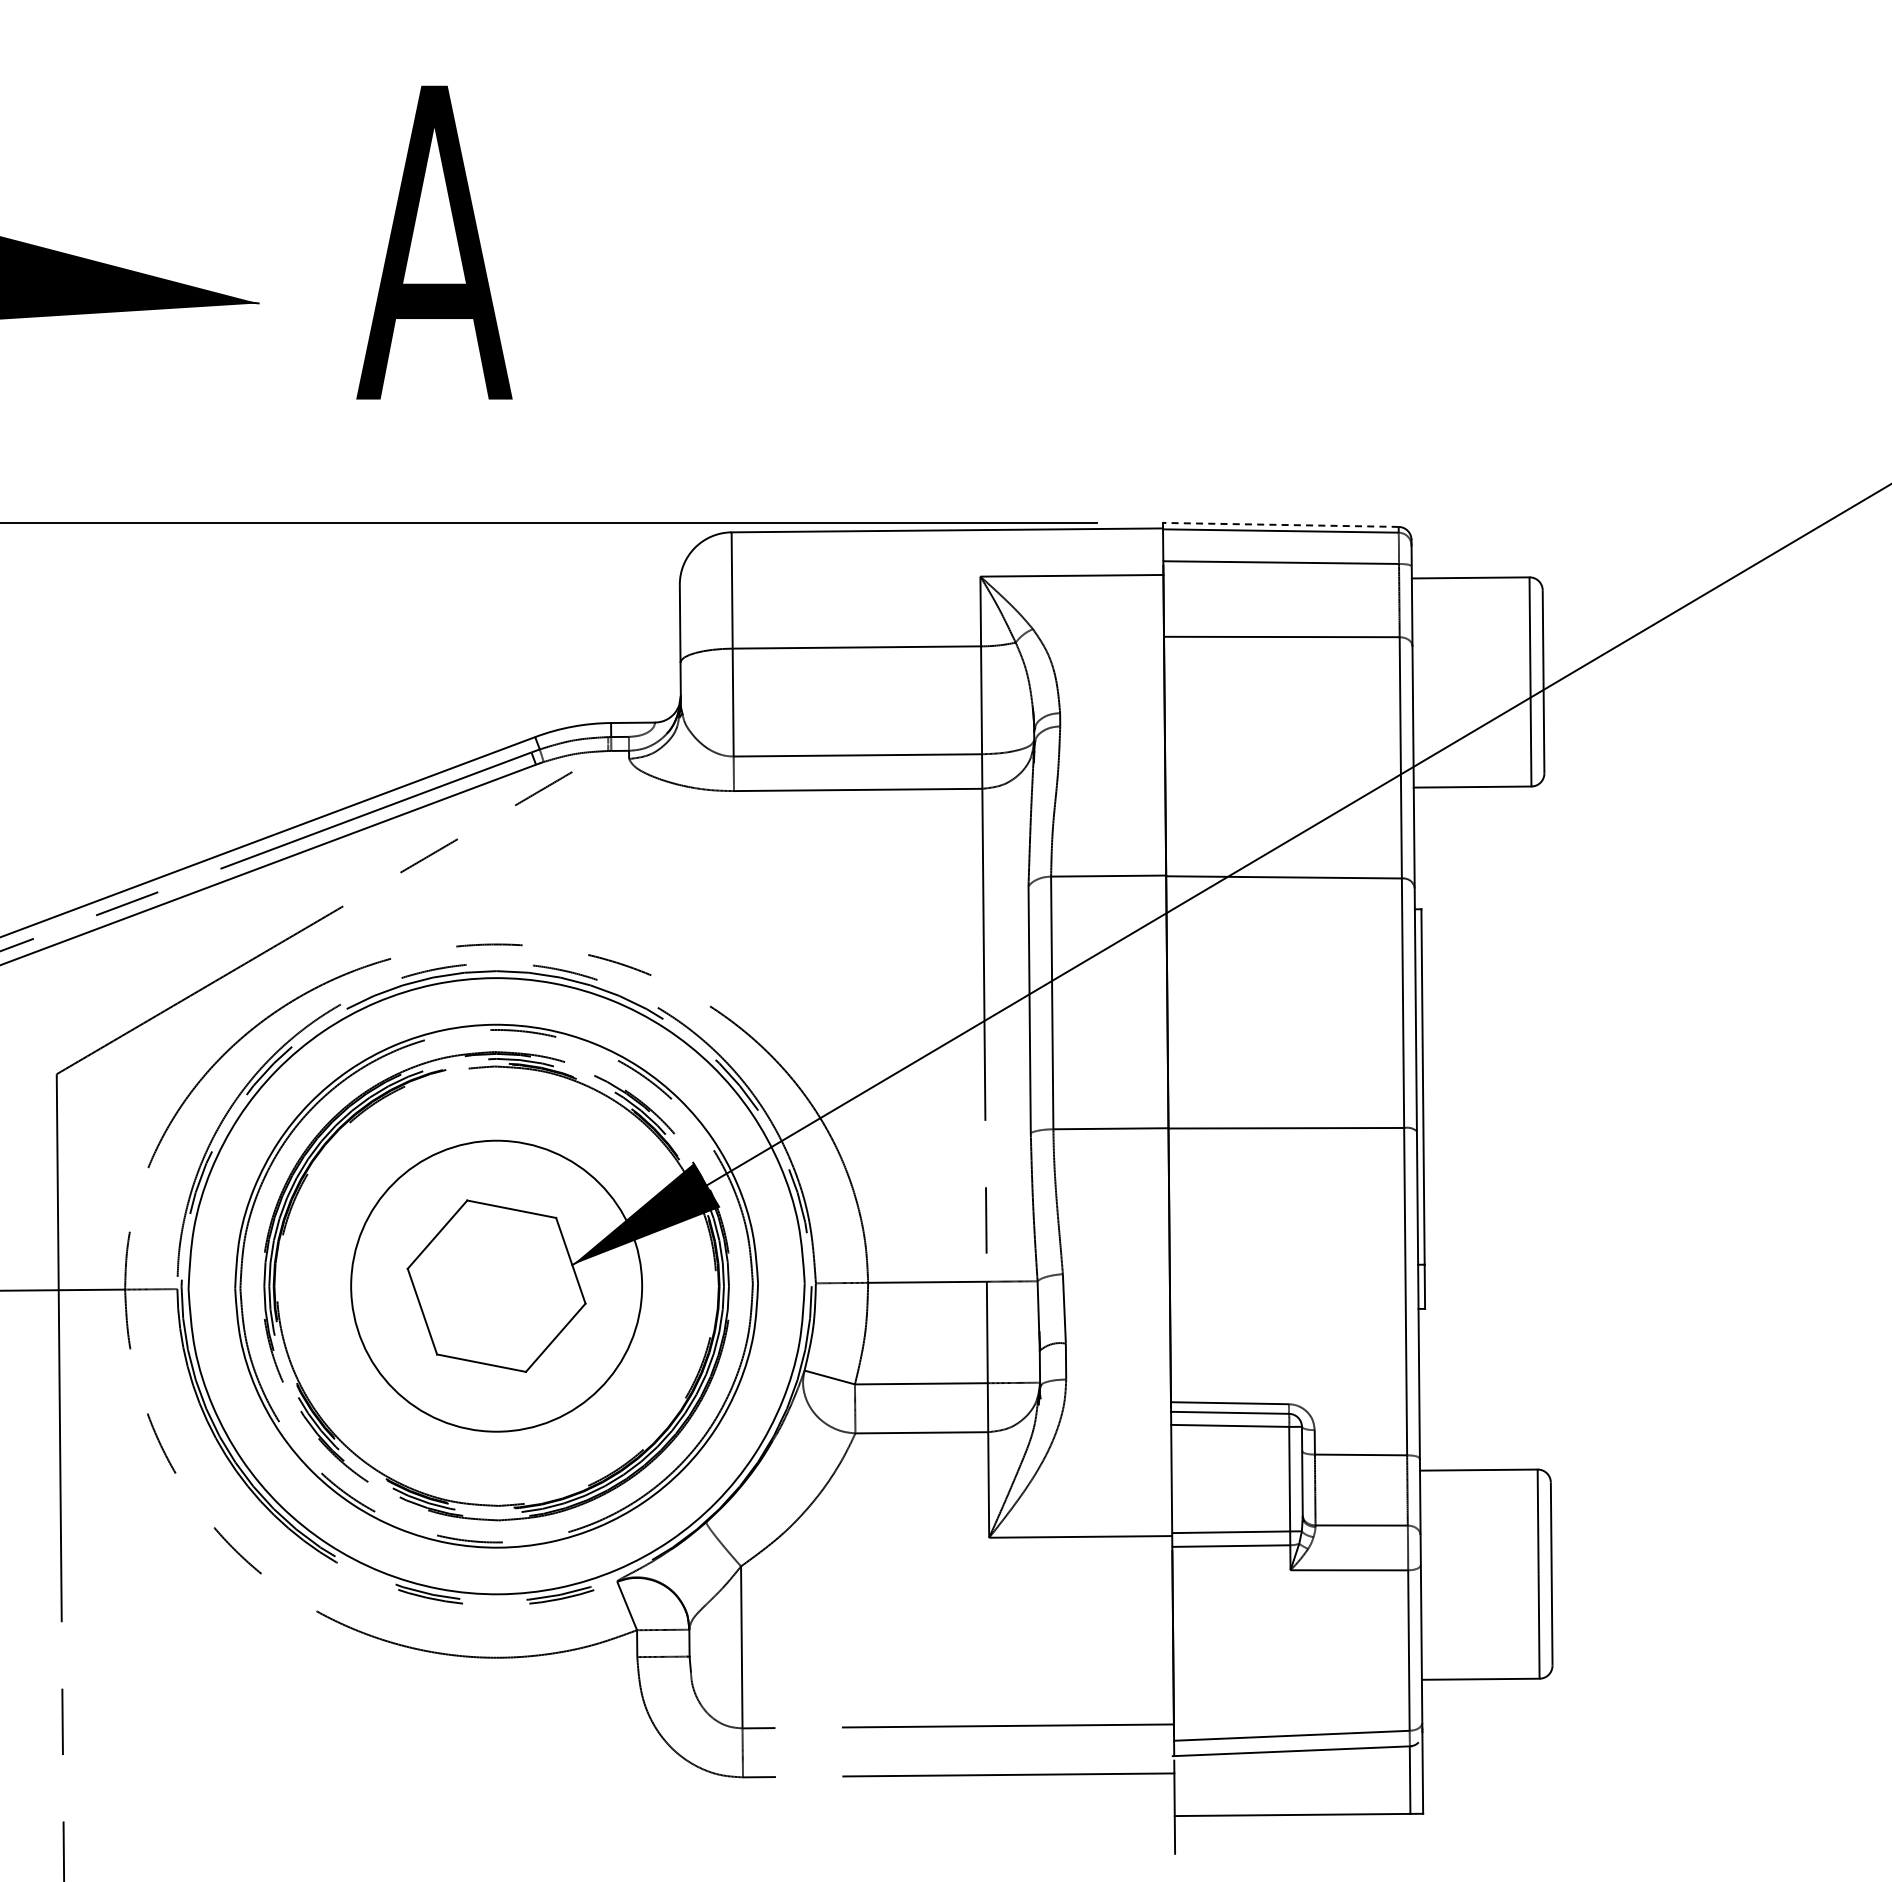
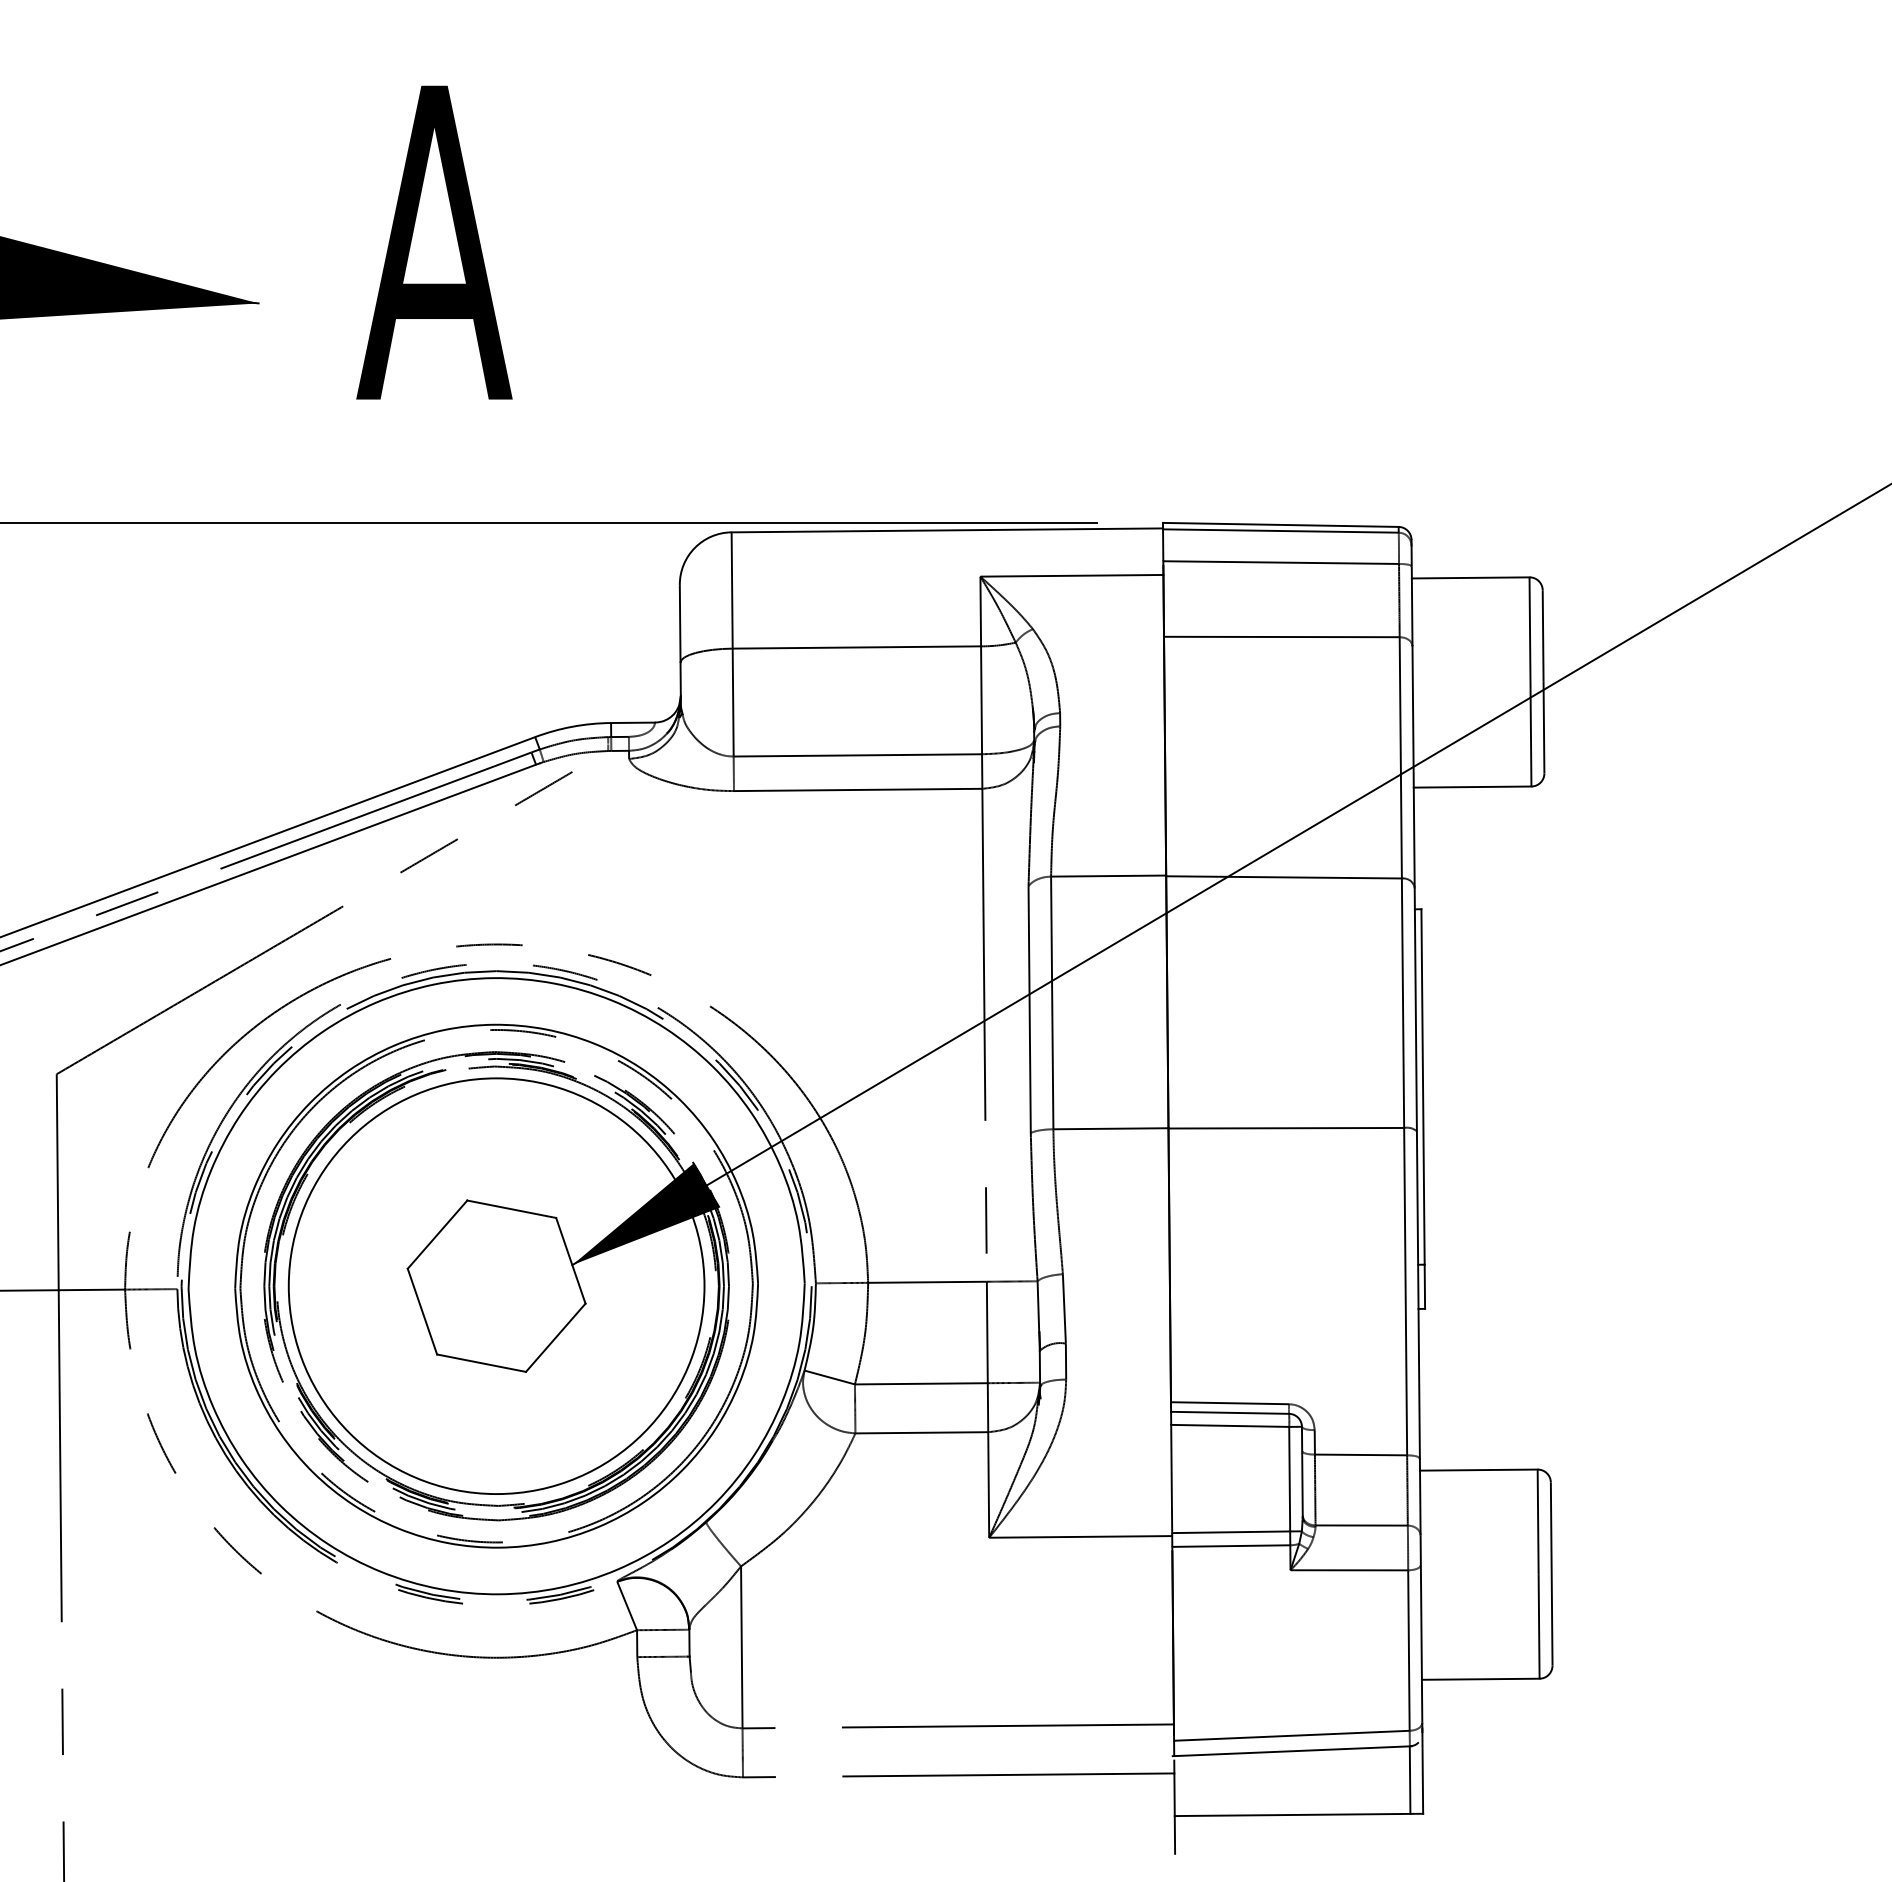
line at (1280, 524): dashed -> solid
circle at (496, 1285) diameter: 291 px -> 416 px
